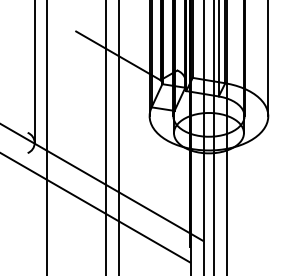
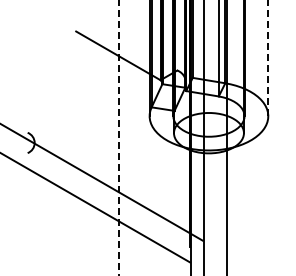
line at (268, 58): solid -> dashed
line at (34, 72): present -> none
line at (47, 137): present -> none
line at (106, 137): present -> none
line at (118, 137): solid -> dashed
line at (214, 137): present -> none
